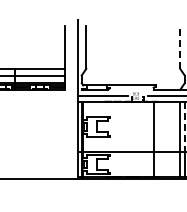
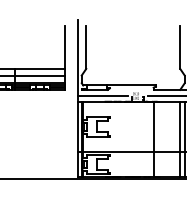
line at (180, 47): dashed -> solid
line at (184, 127): dashed -> solid
